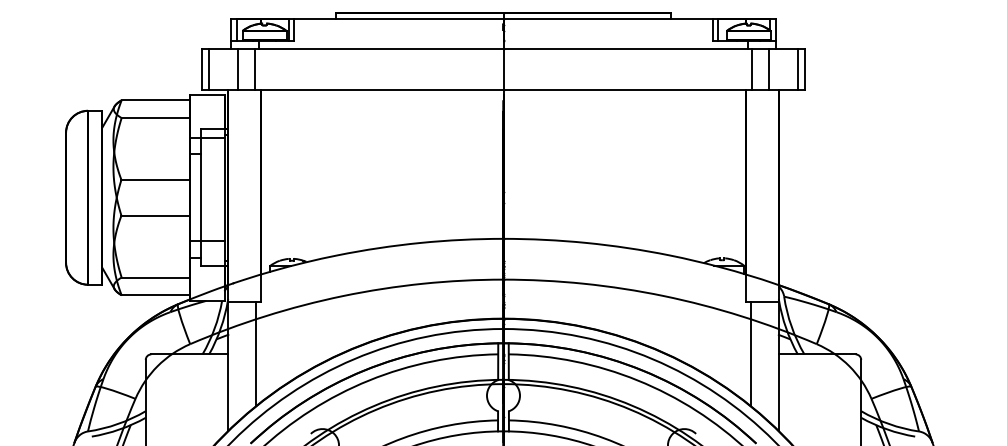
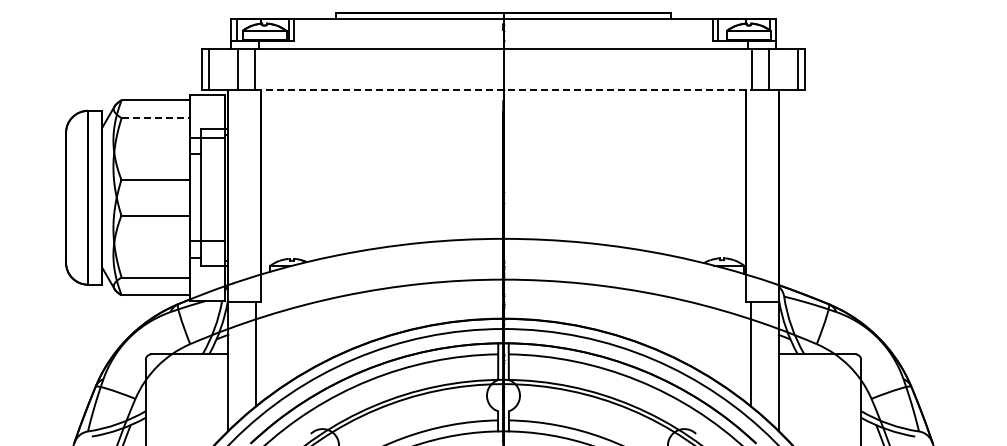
line at (503, 90): solid -> dashed
line at (156, 118): solid -> dashed
